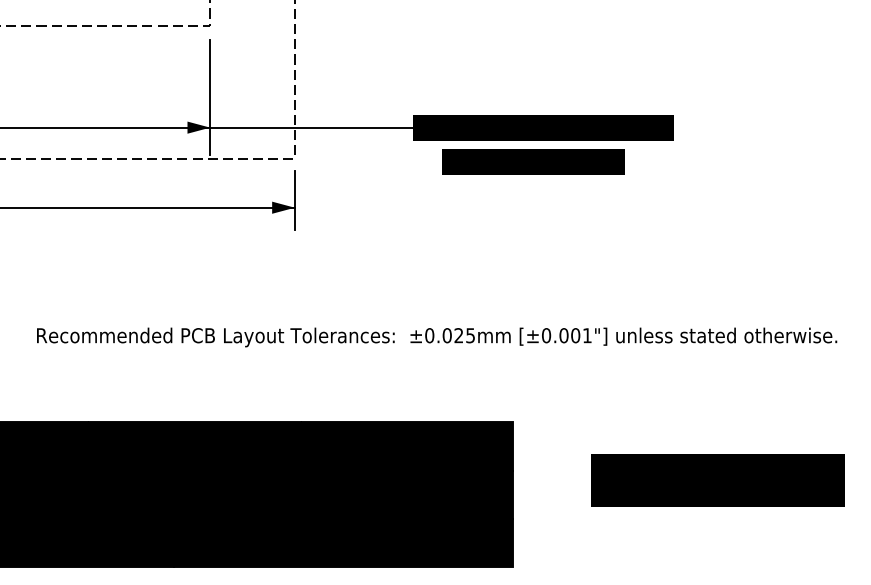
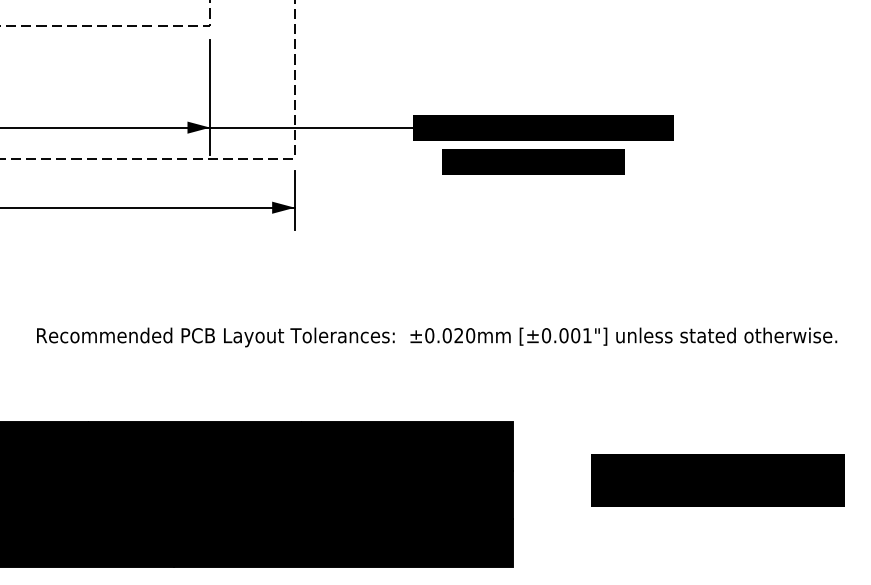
text at (470, 335): ±0.025mm -> ±0.020mm
